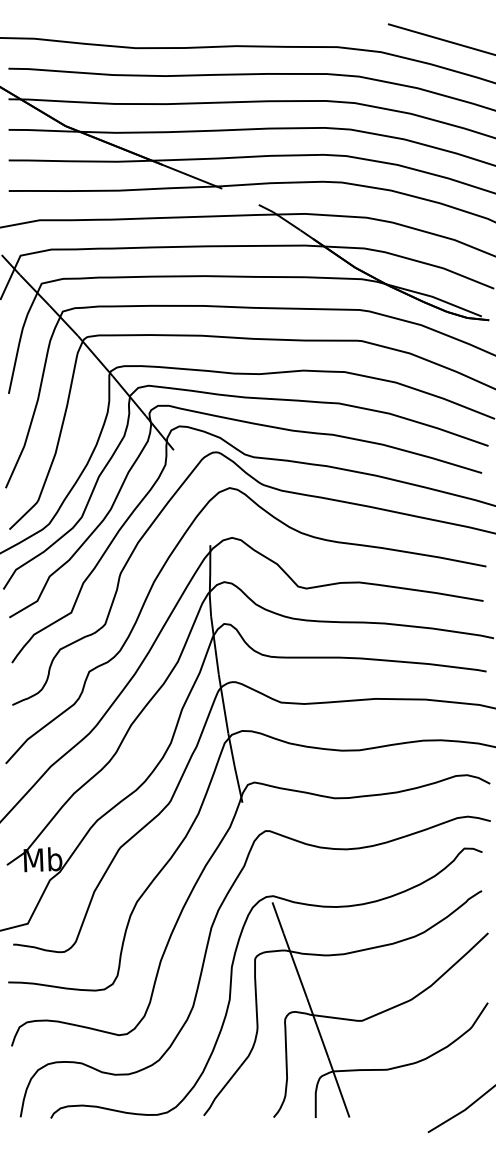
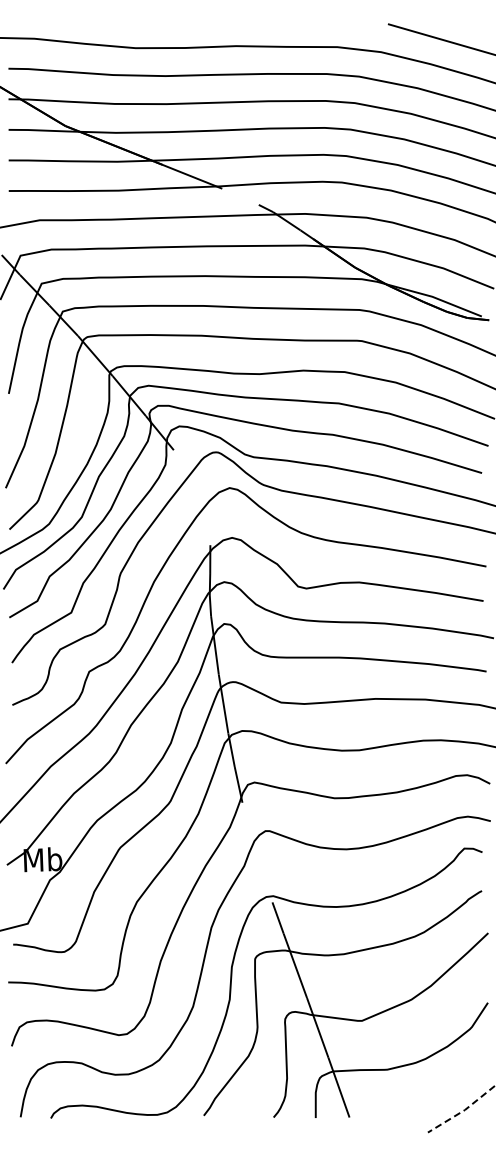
line at (463, 1111): solid -> dashed
